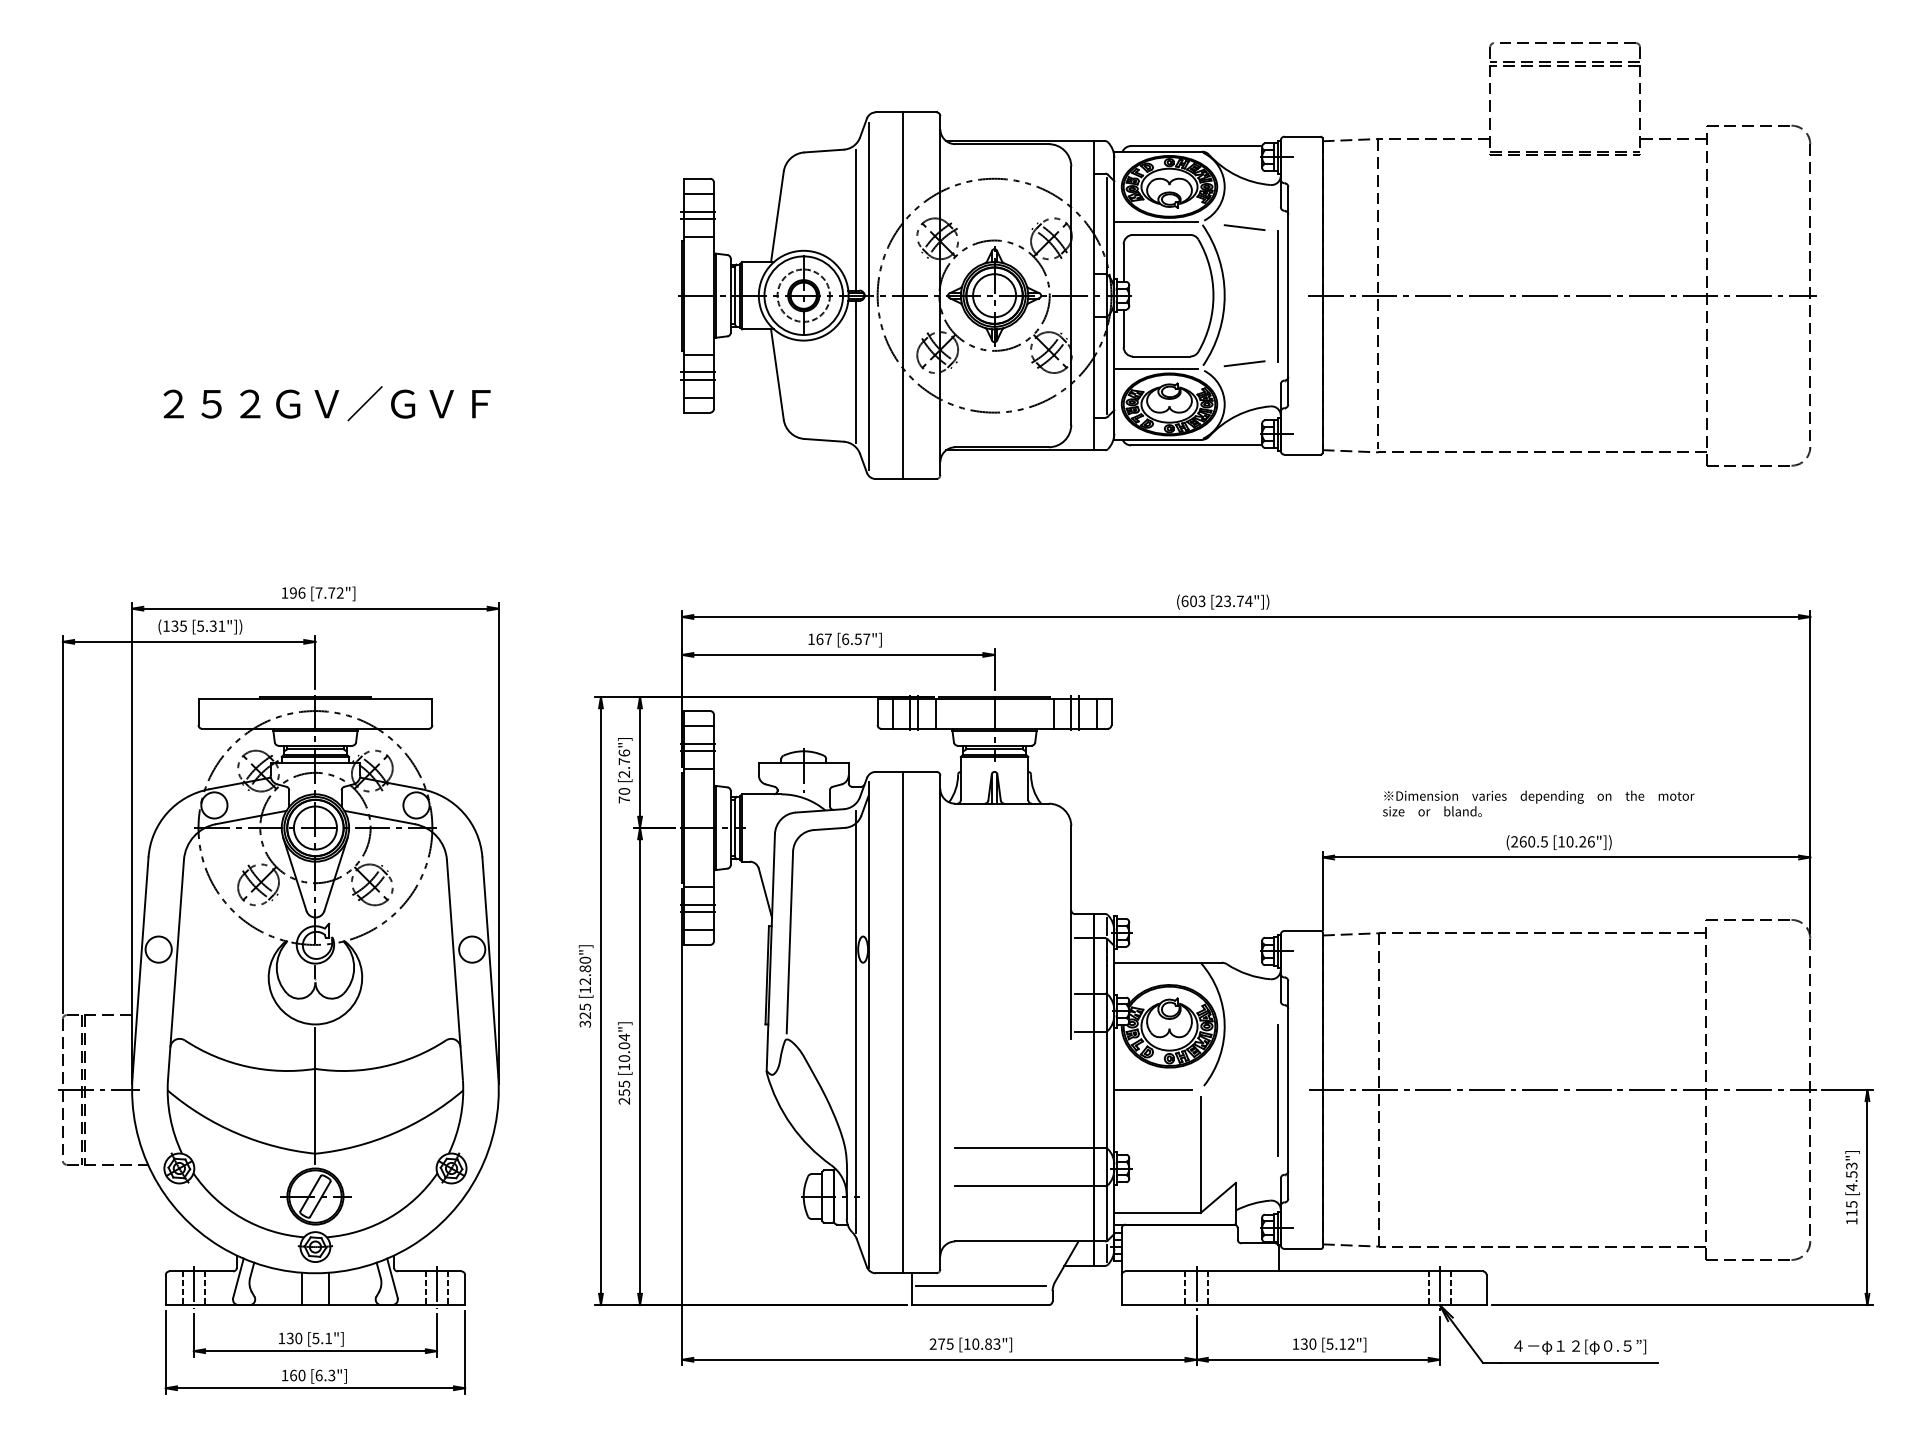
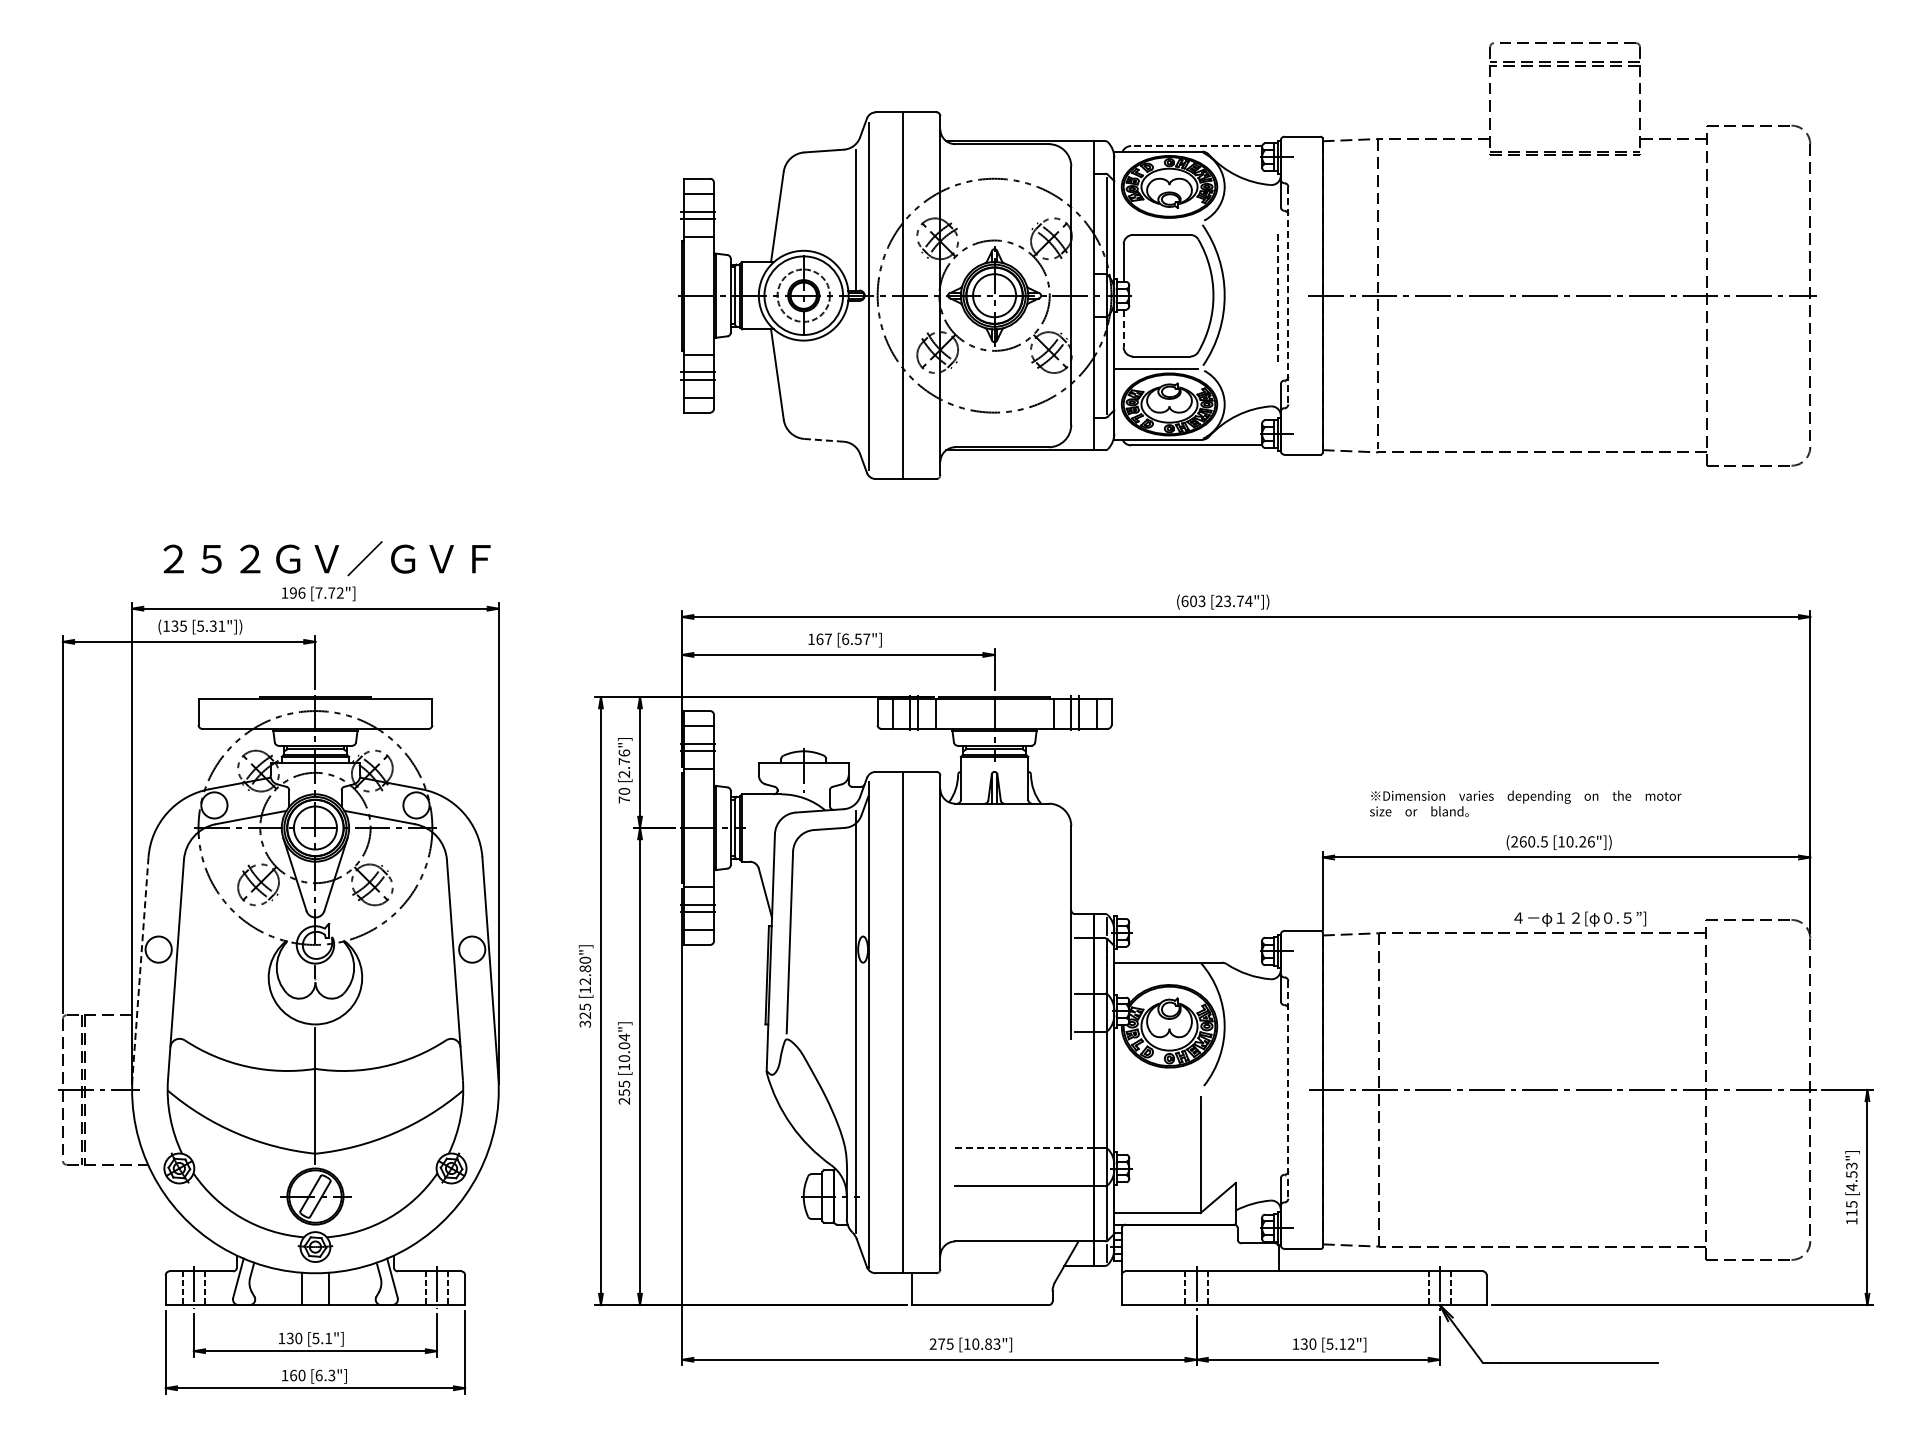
line at (1196, 146): solid -> dashed
line at (1155, 222): present -> none
line at (1244, 227): present -> none
line at (1288, 295): solid -> dashed
line at (1278, 296): solid -> dashed
line at (1123, 328): solid -> dashed
line at (1244, 363): present -> none
line at (856, 371): present -> none
text at (326, 403) position: (326, 403) -> (326, 558)
line at (824, 440): solid -> dashed
text at (1538, 803) position: (1538, 803) -> (1525, 803)
line at (140, 967): solid -> dashed
line at (1153, 1089): present -> none
line at (1278, 1089): present -> none
line at (1288, 1089): solid -> dashed
line at (1025, 1147): solid -> dashed
line at (980, 1286): present -> none
text at (1580, 1346) position: (1580, 1346) -> (1580, 918)
